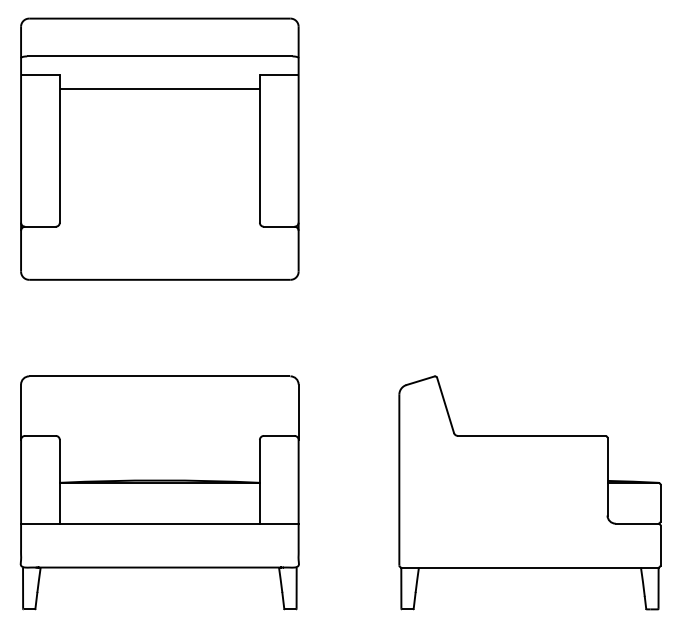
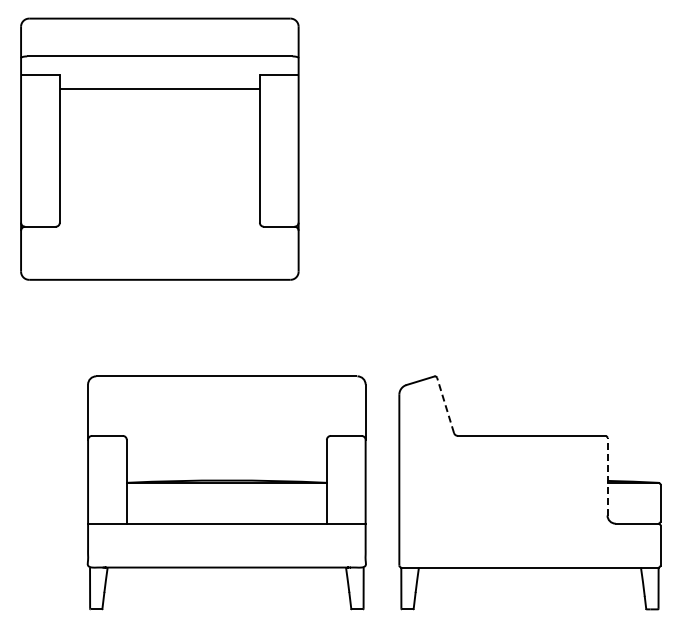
line at (445, 405): solid -> dashed
line at (607, 476): solid -> dashed
part at (159, 492) position: (159, 492) -> (226, 492)
